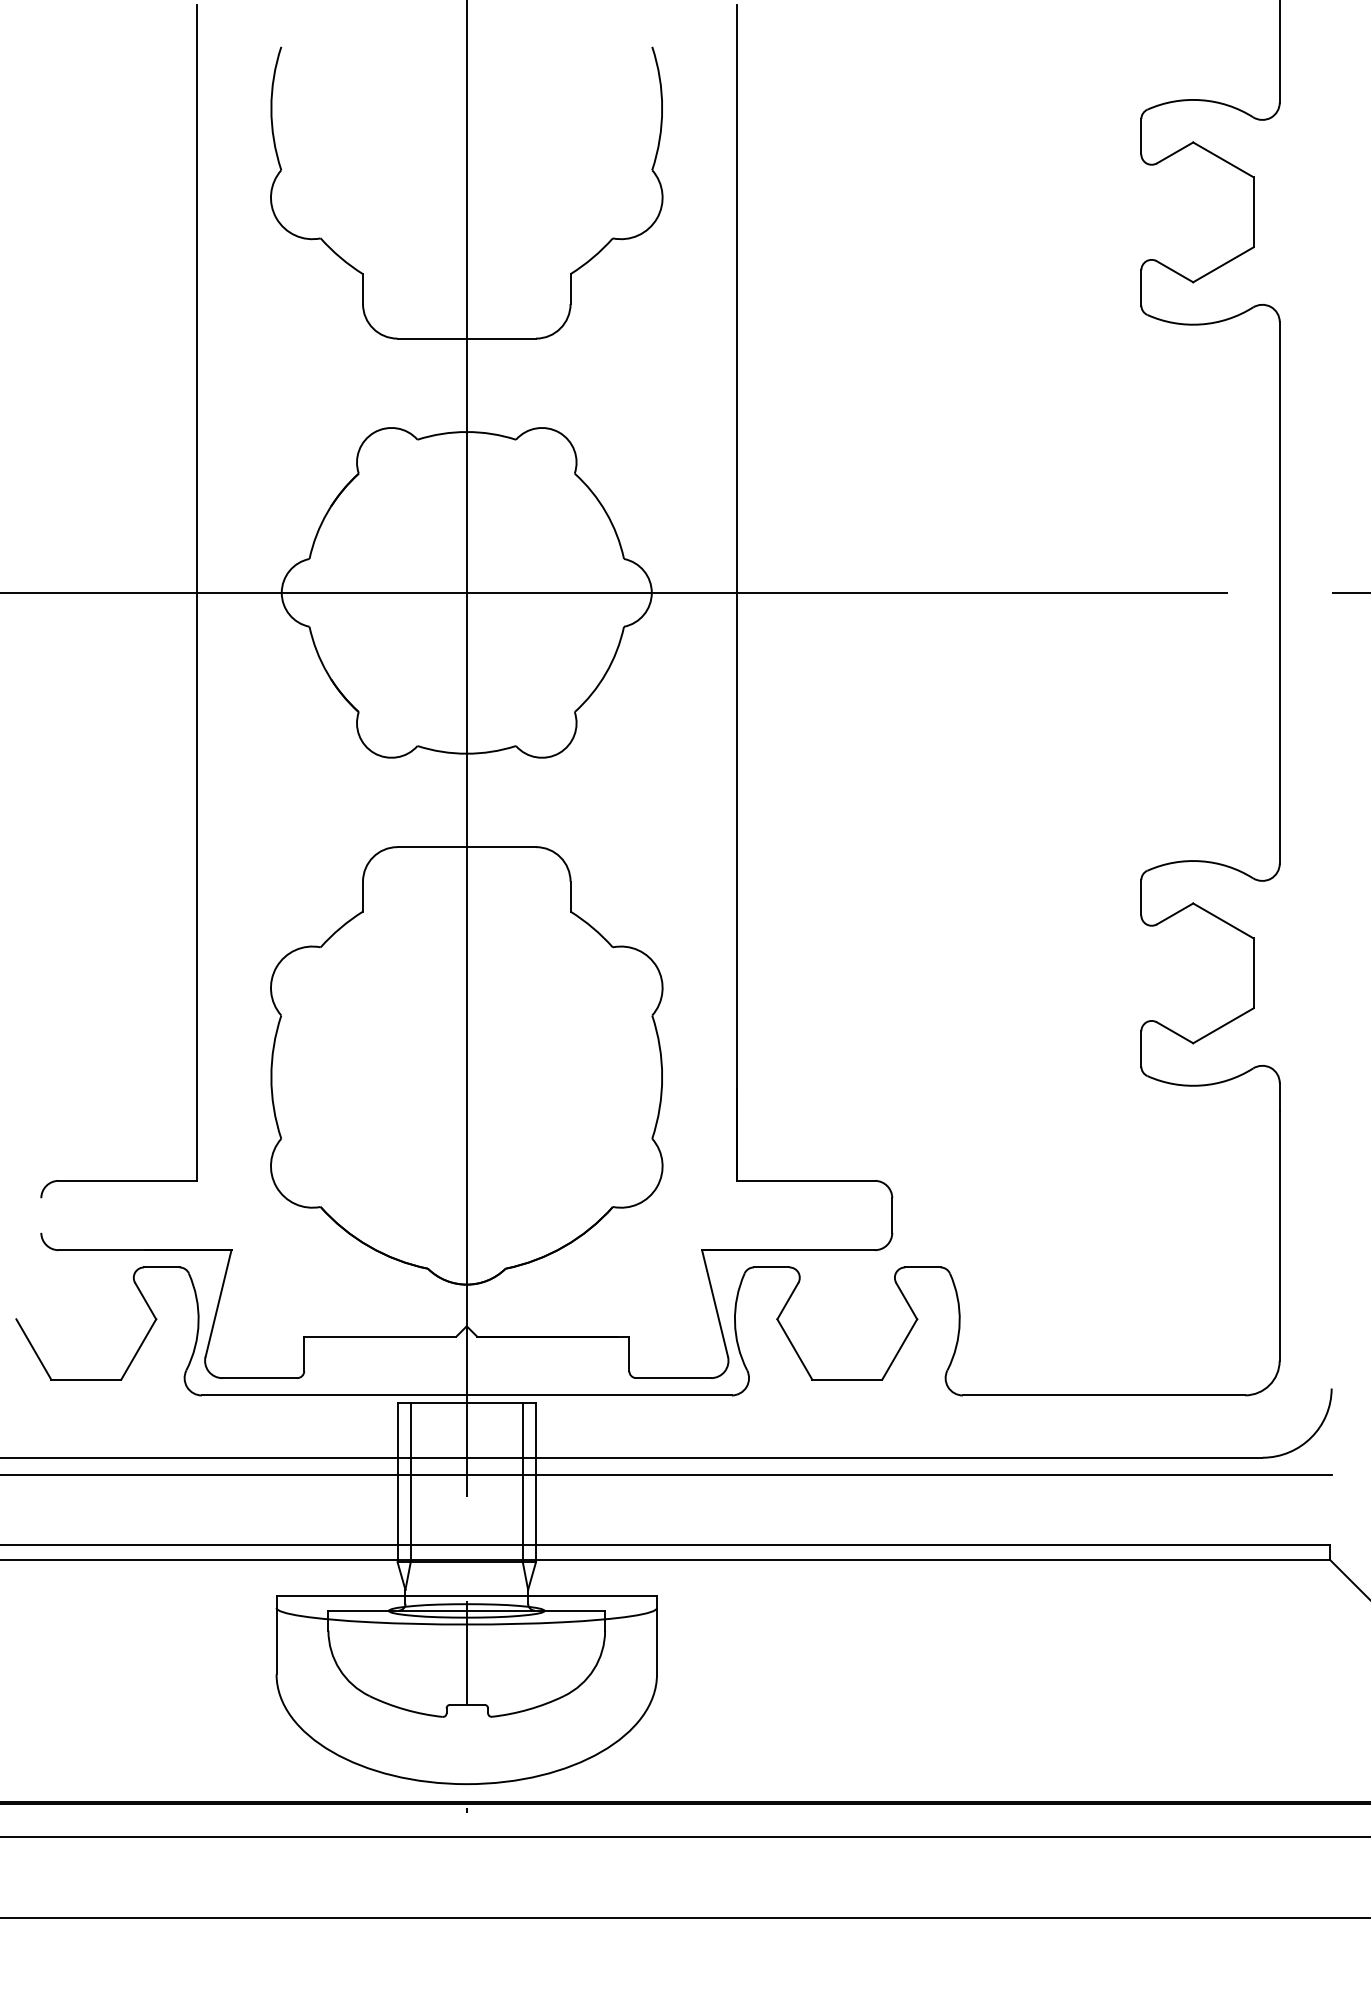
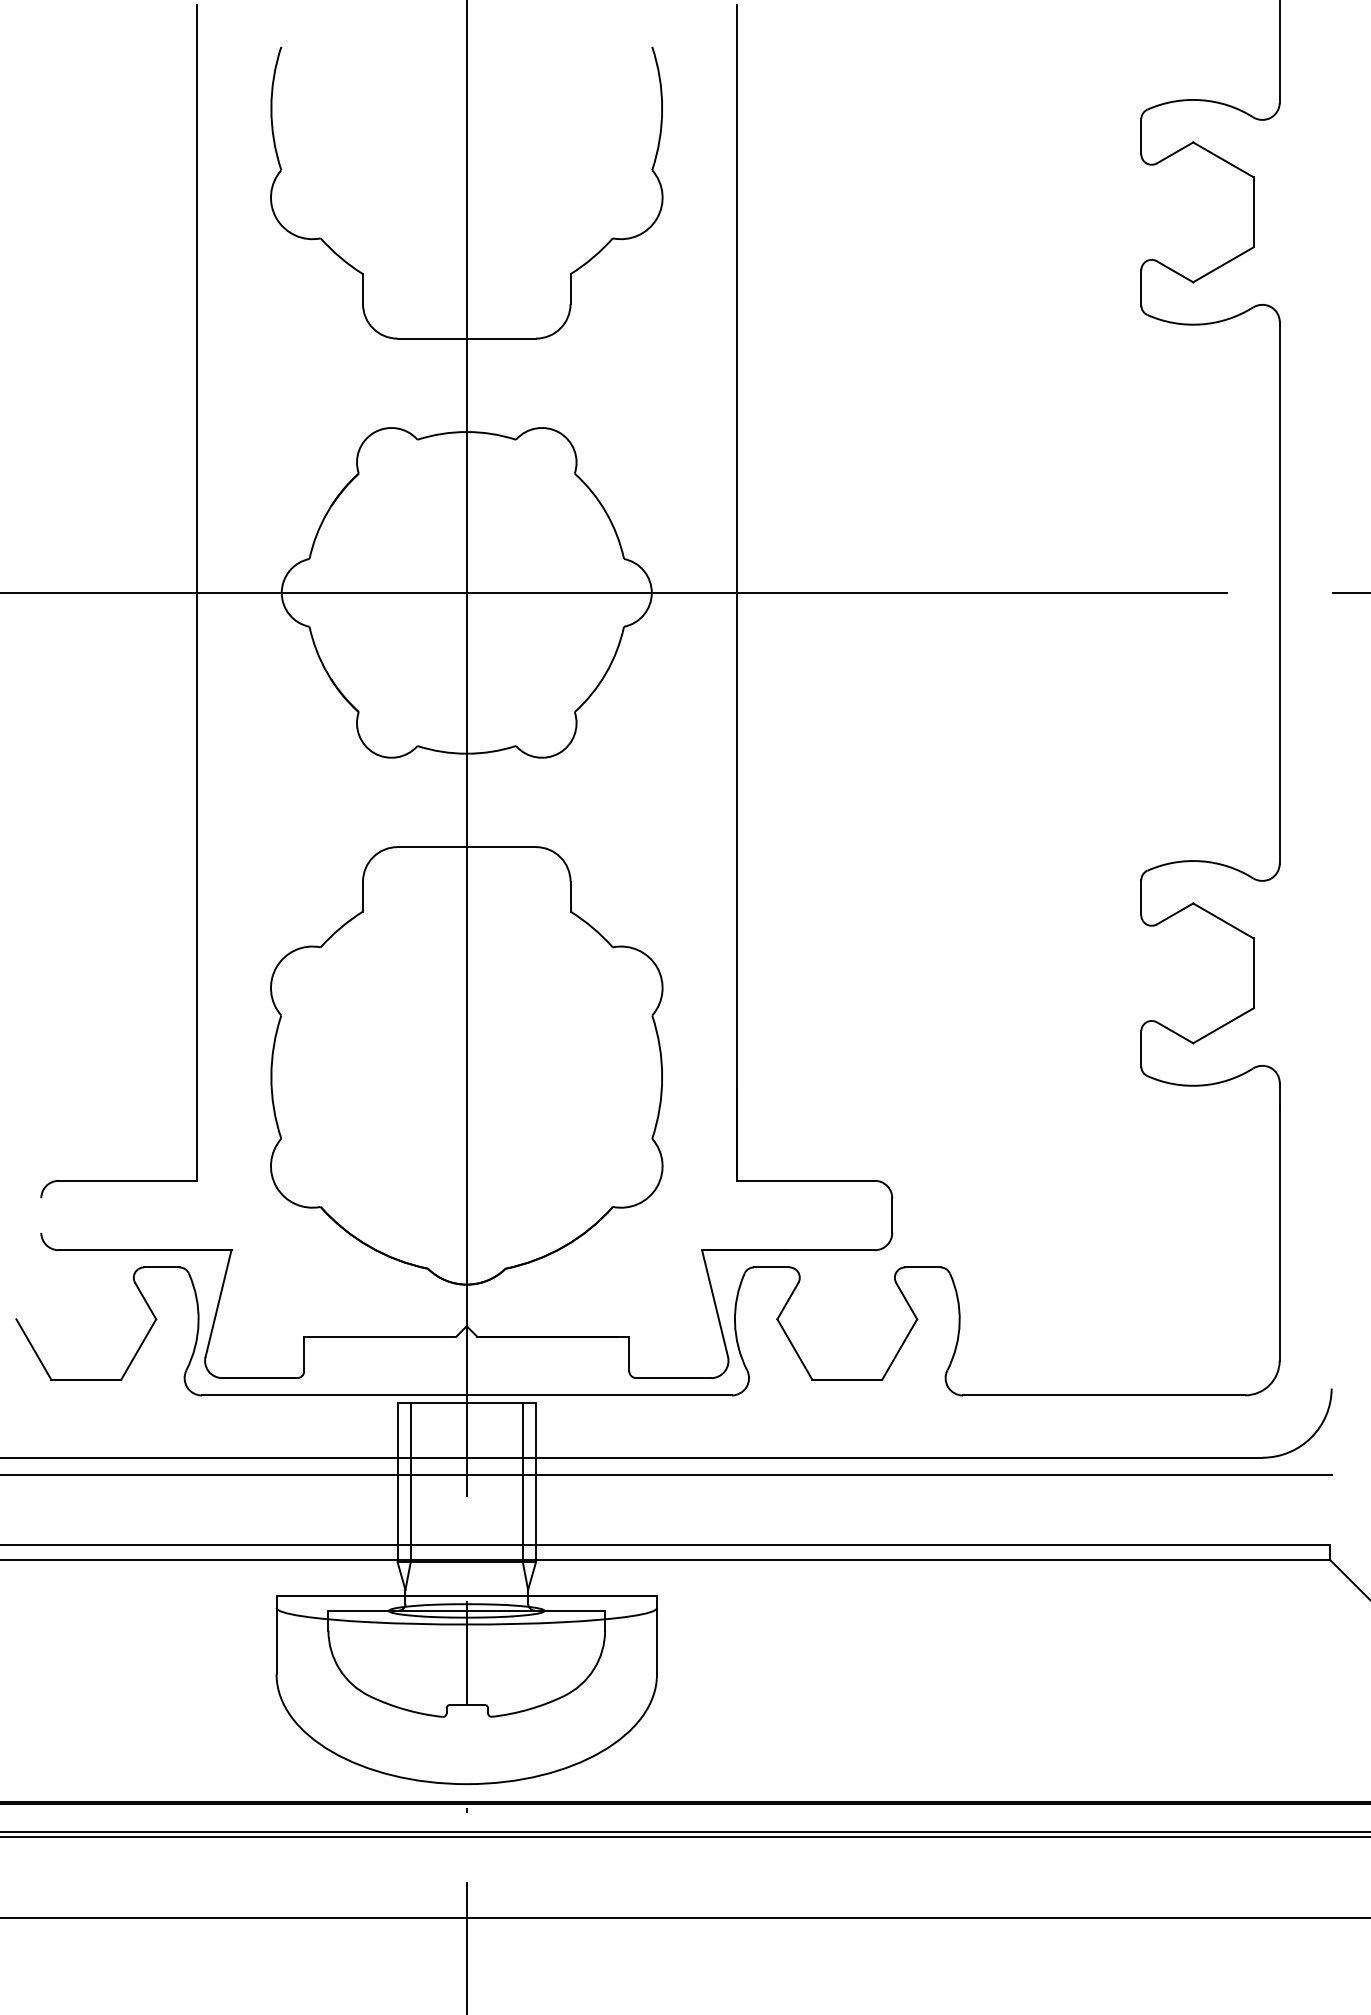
line at (684, 1832): none -> present
line at (466, 1946): none -> present
